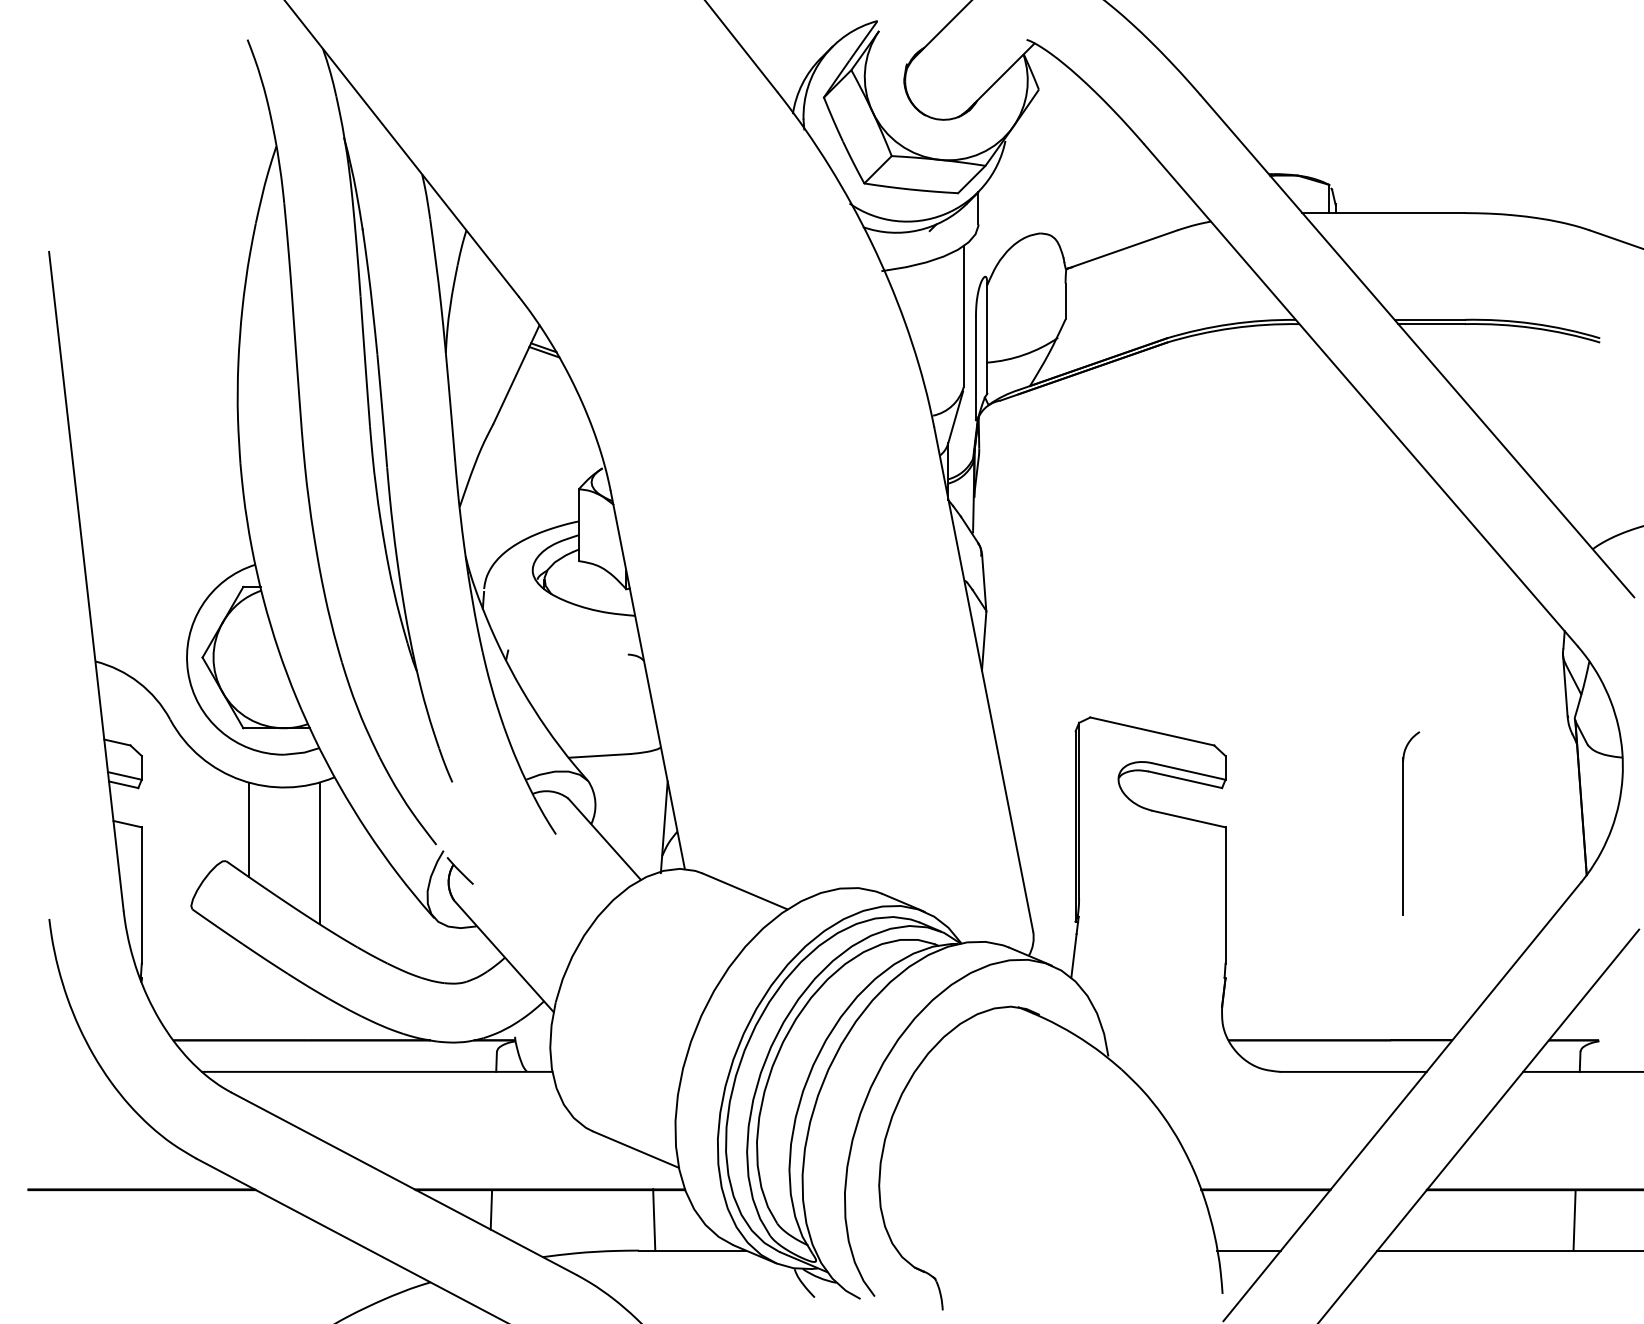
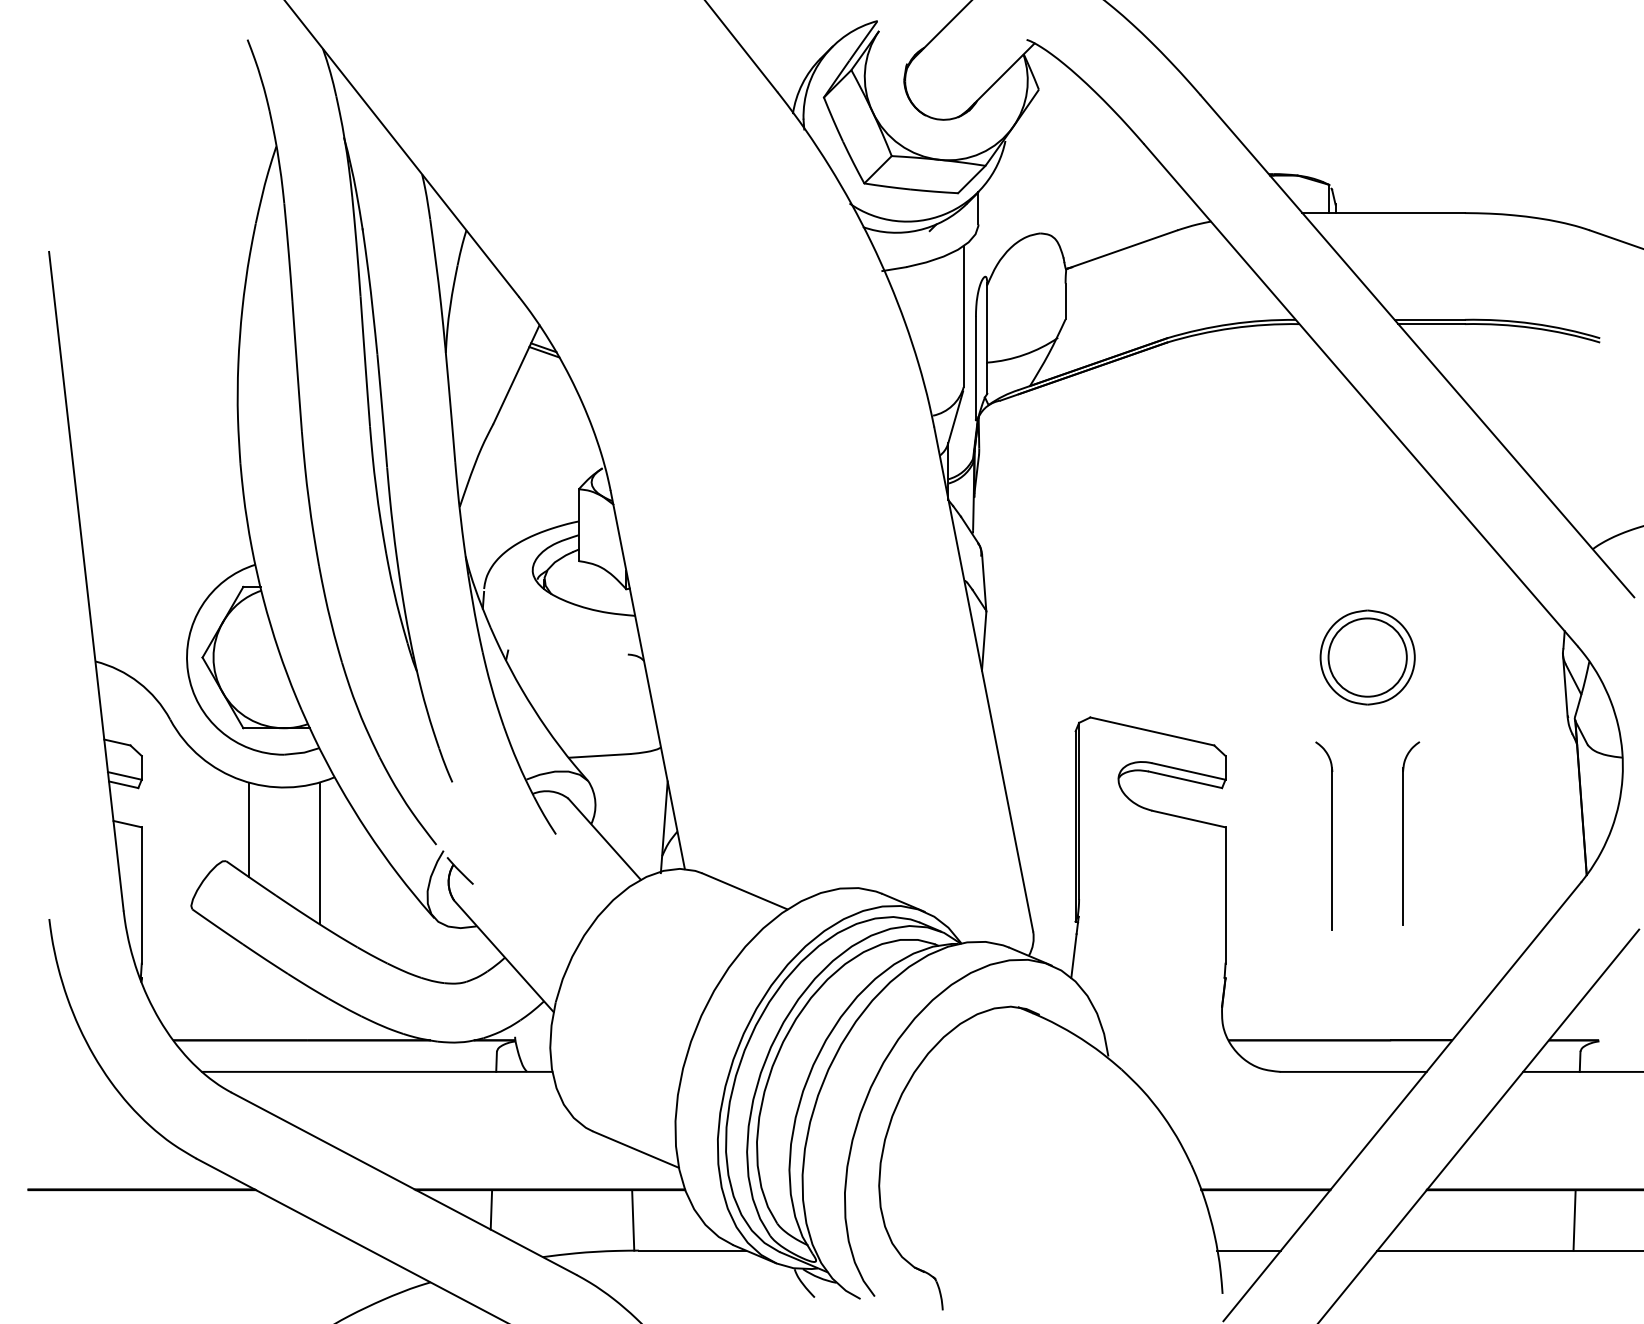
part at (1367, 657): none -> present
part at (1403, 823) position: (1403, 823) -> (1403, 833)
part at (1331, 835): none -> present
line at (654, 1219) position: (654, 1219) -> (633, 1220)
